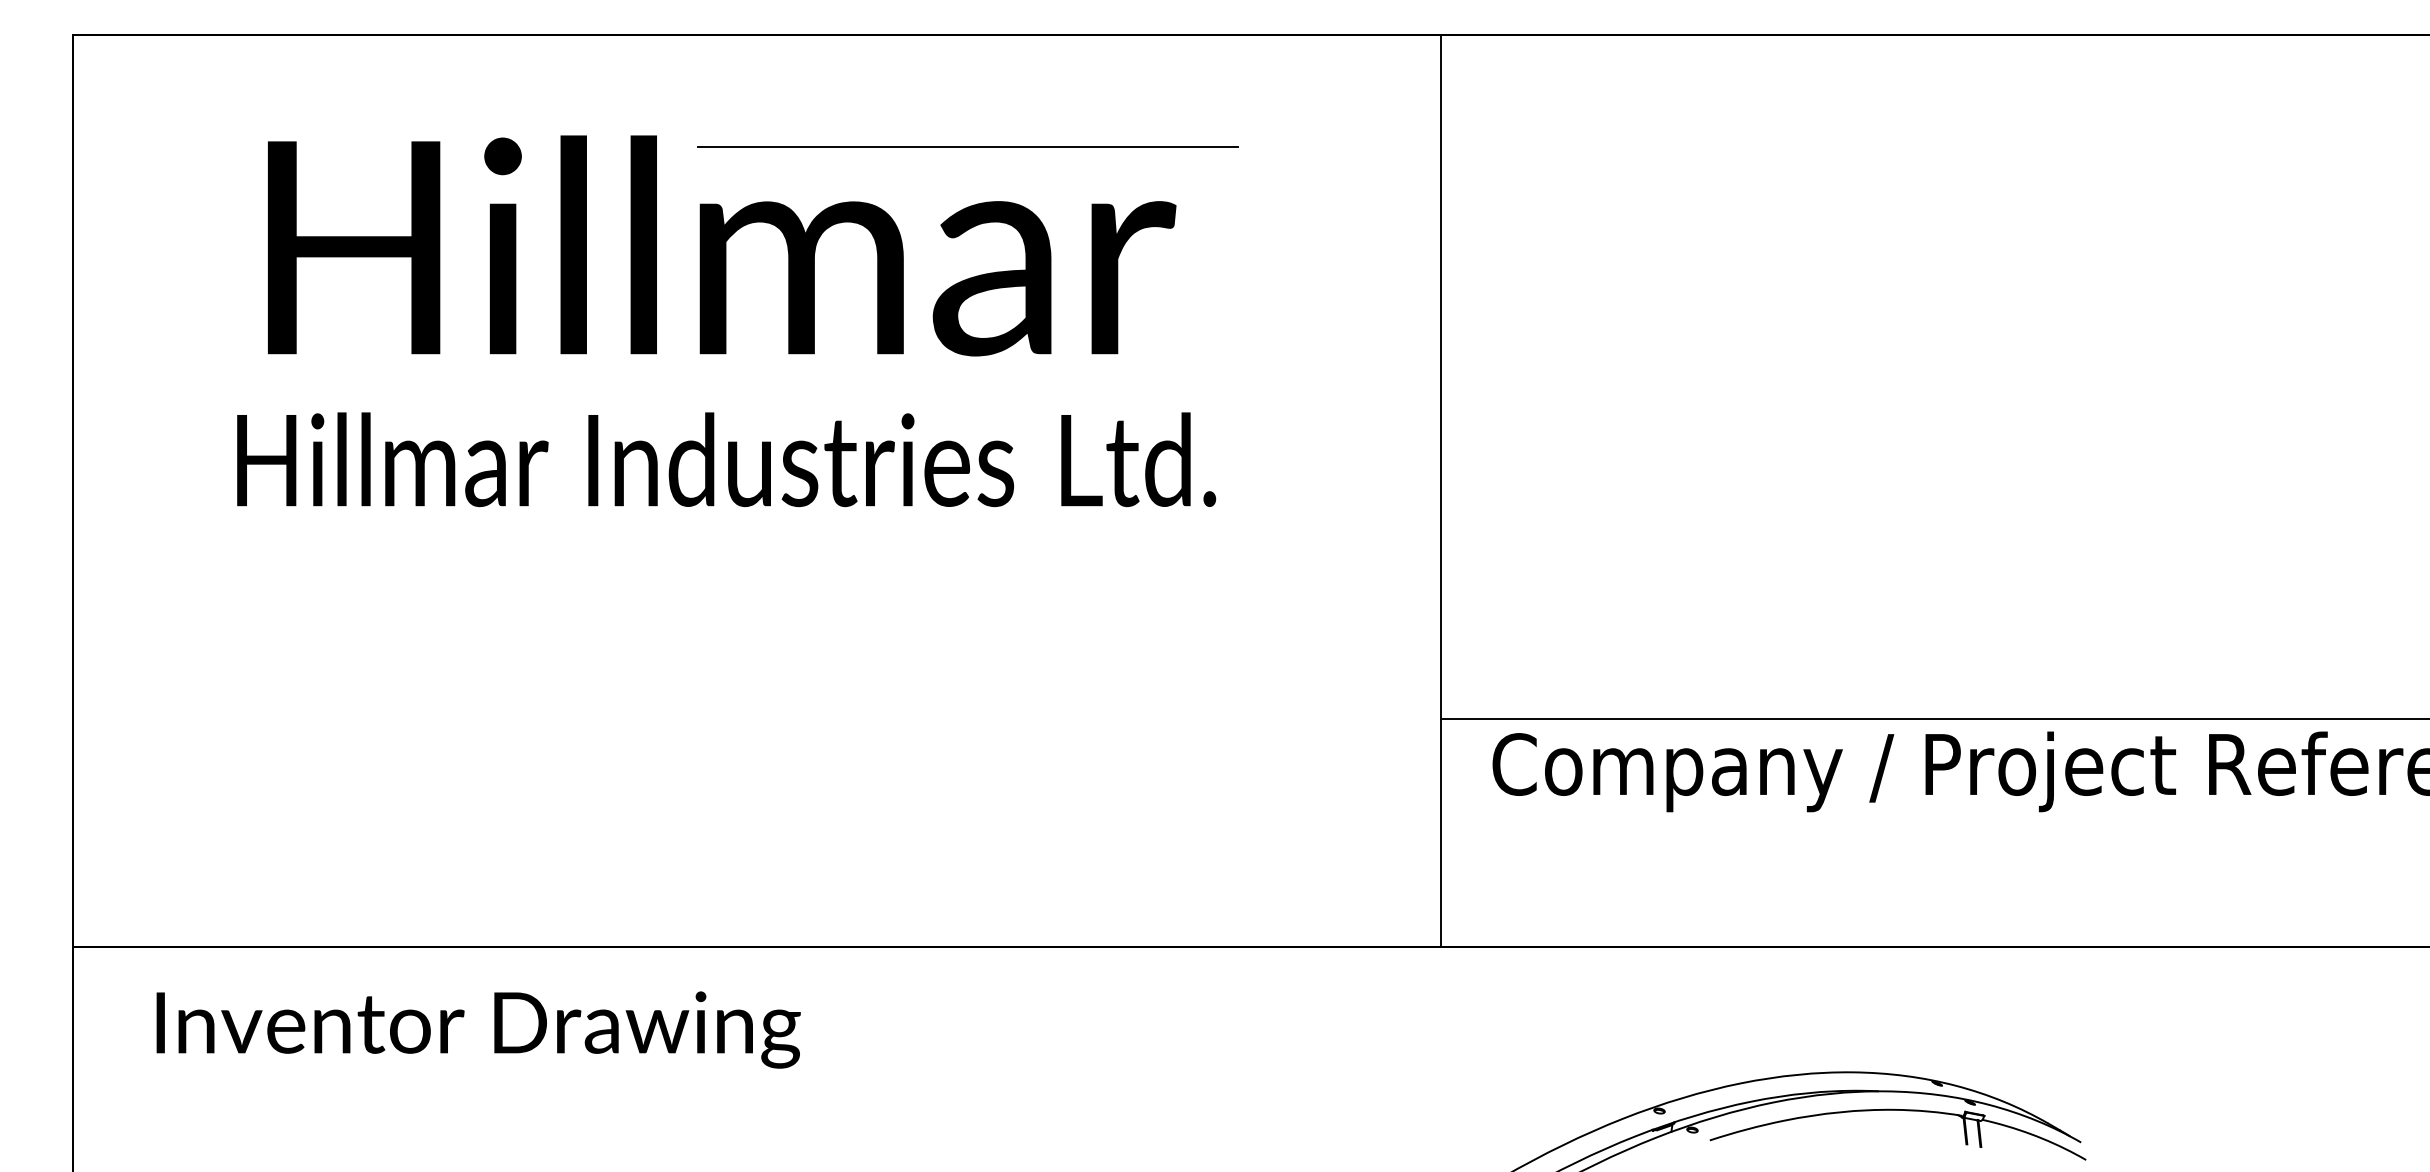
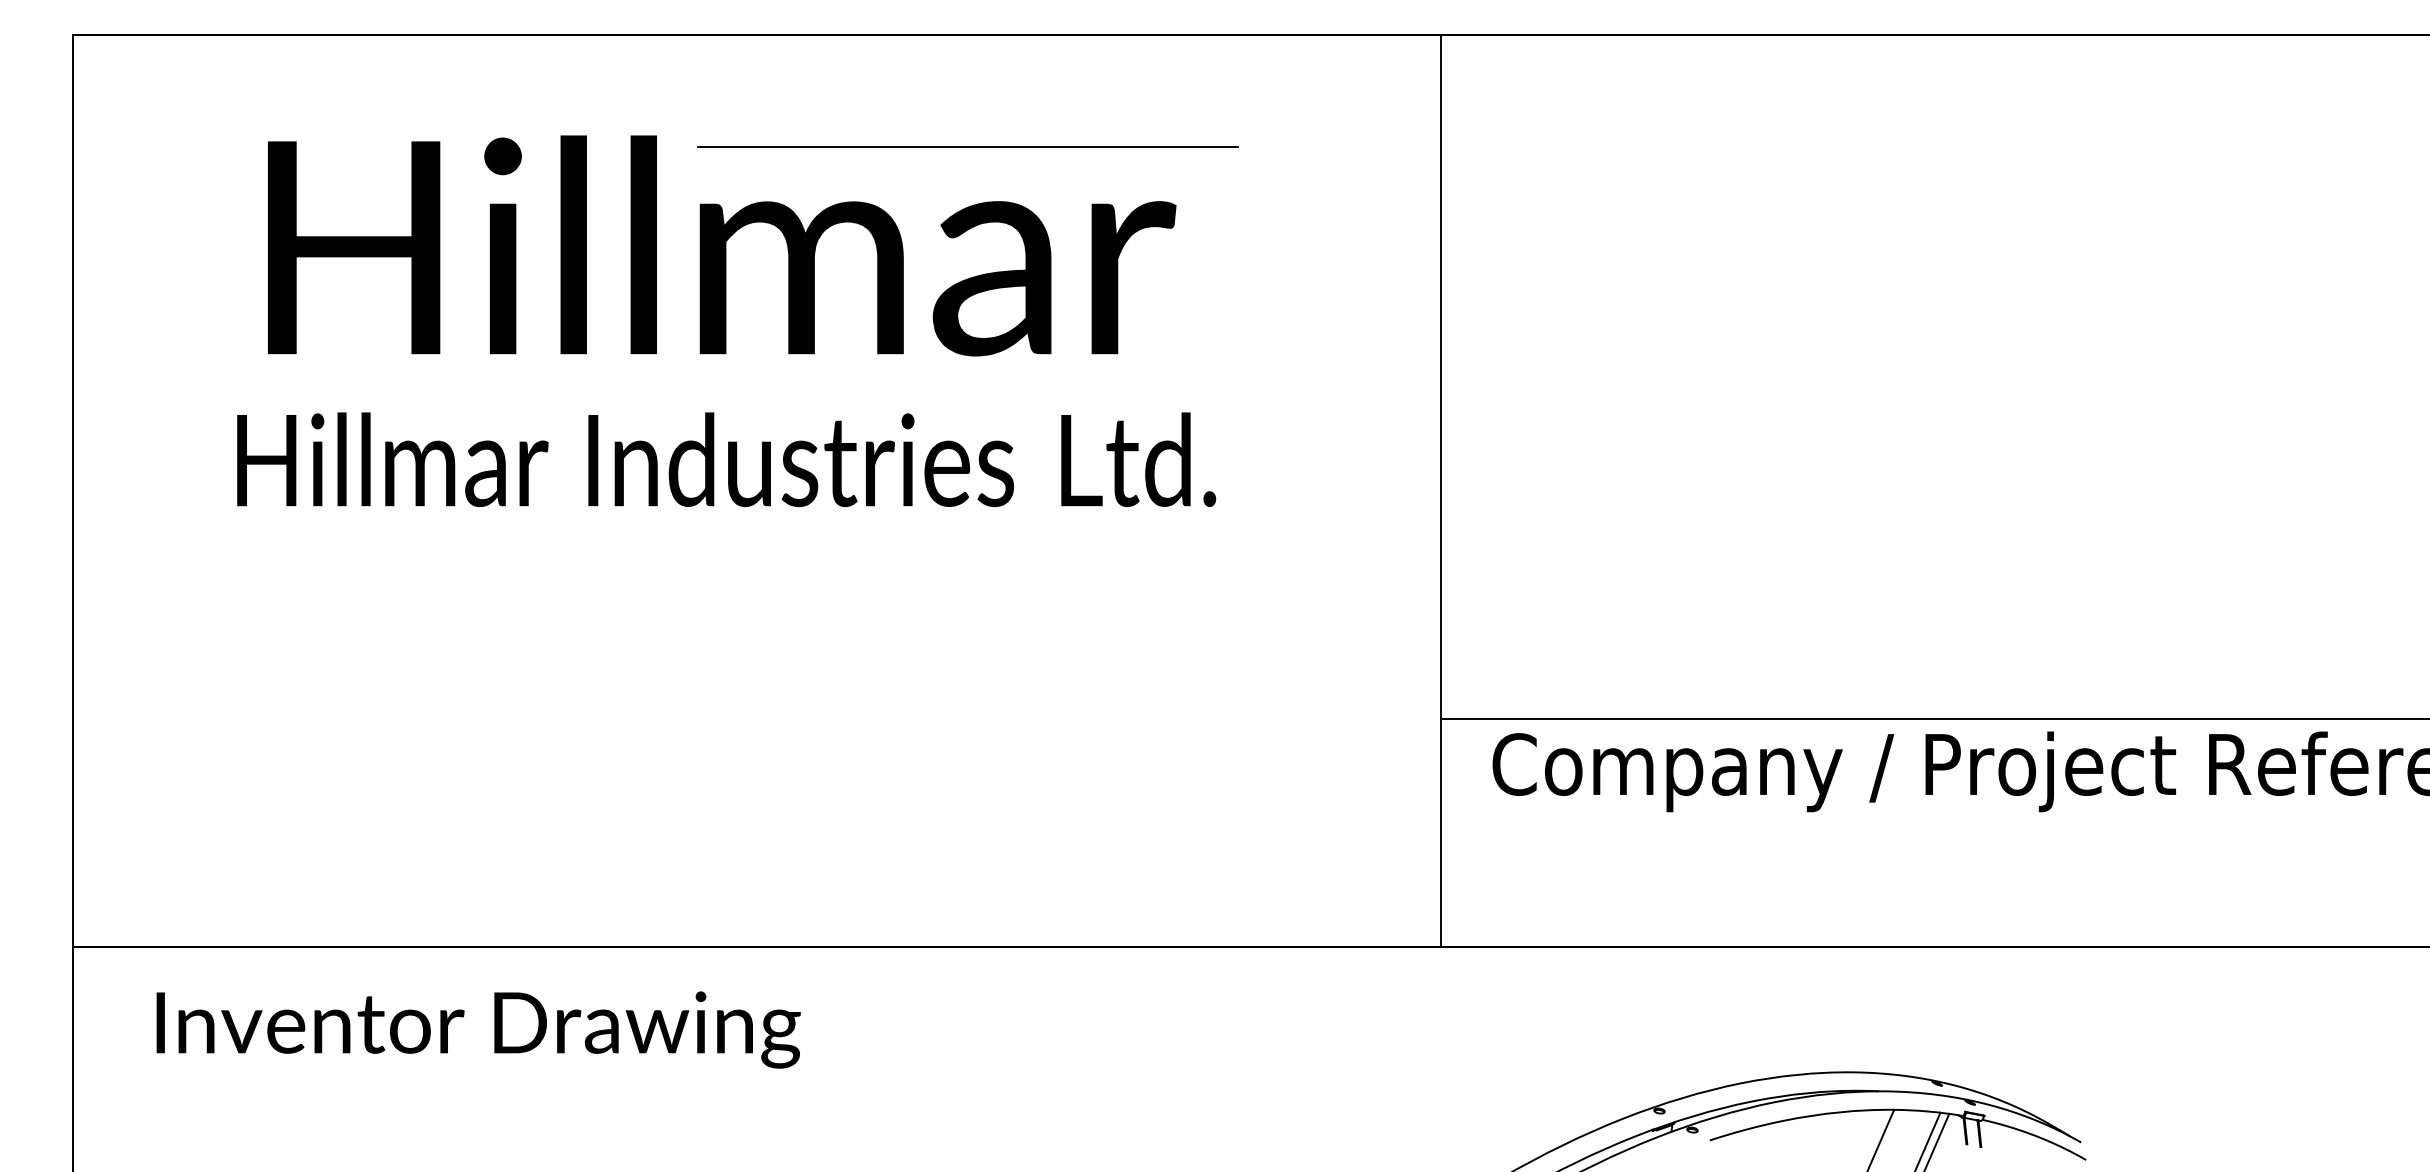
line at (1881, 1138): none -> present
line at (1928, 1140): none -> present
line at (1937, 1140): none -> present
